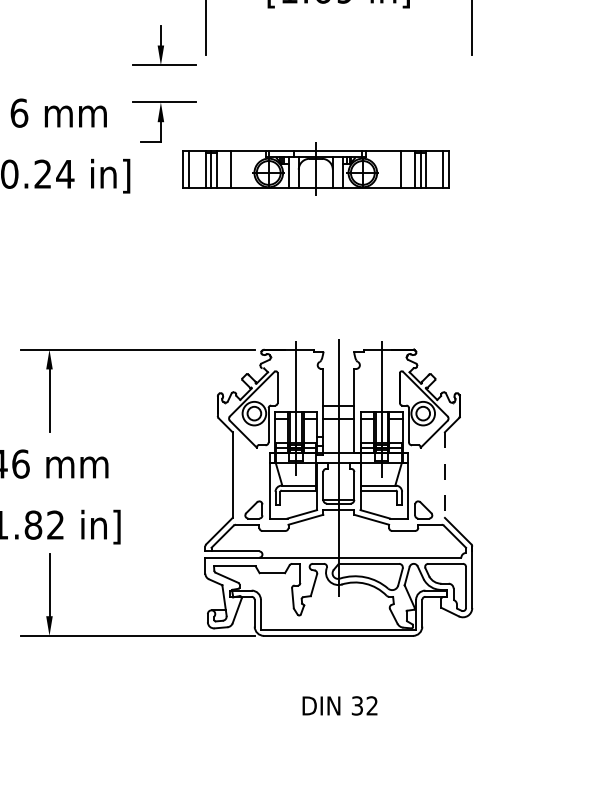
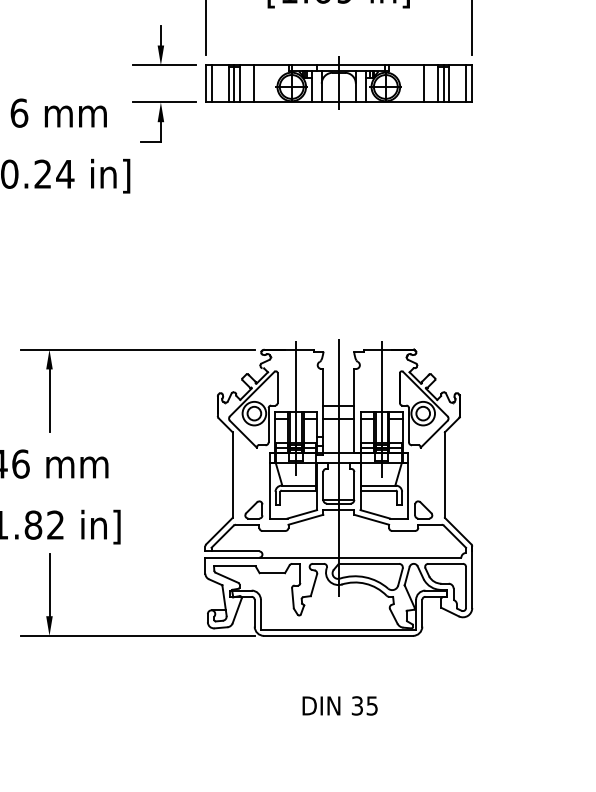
part at (315, 168) position: (315, 168) -> (338, 82)
line at (444, 475): dashed -> solid
text at (371, 705): 32 -> 35
